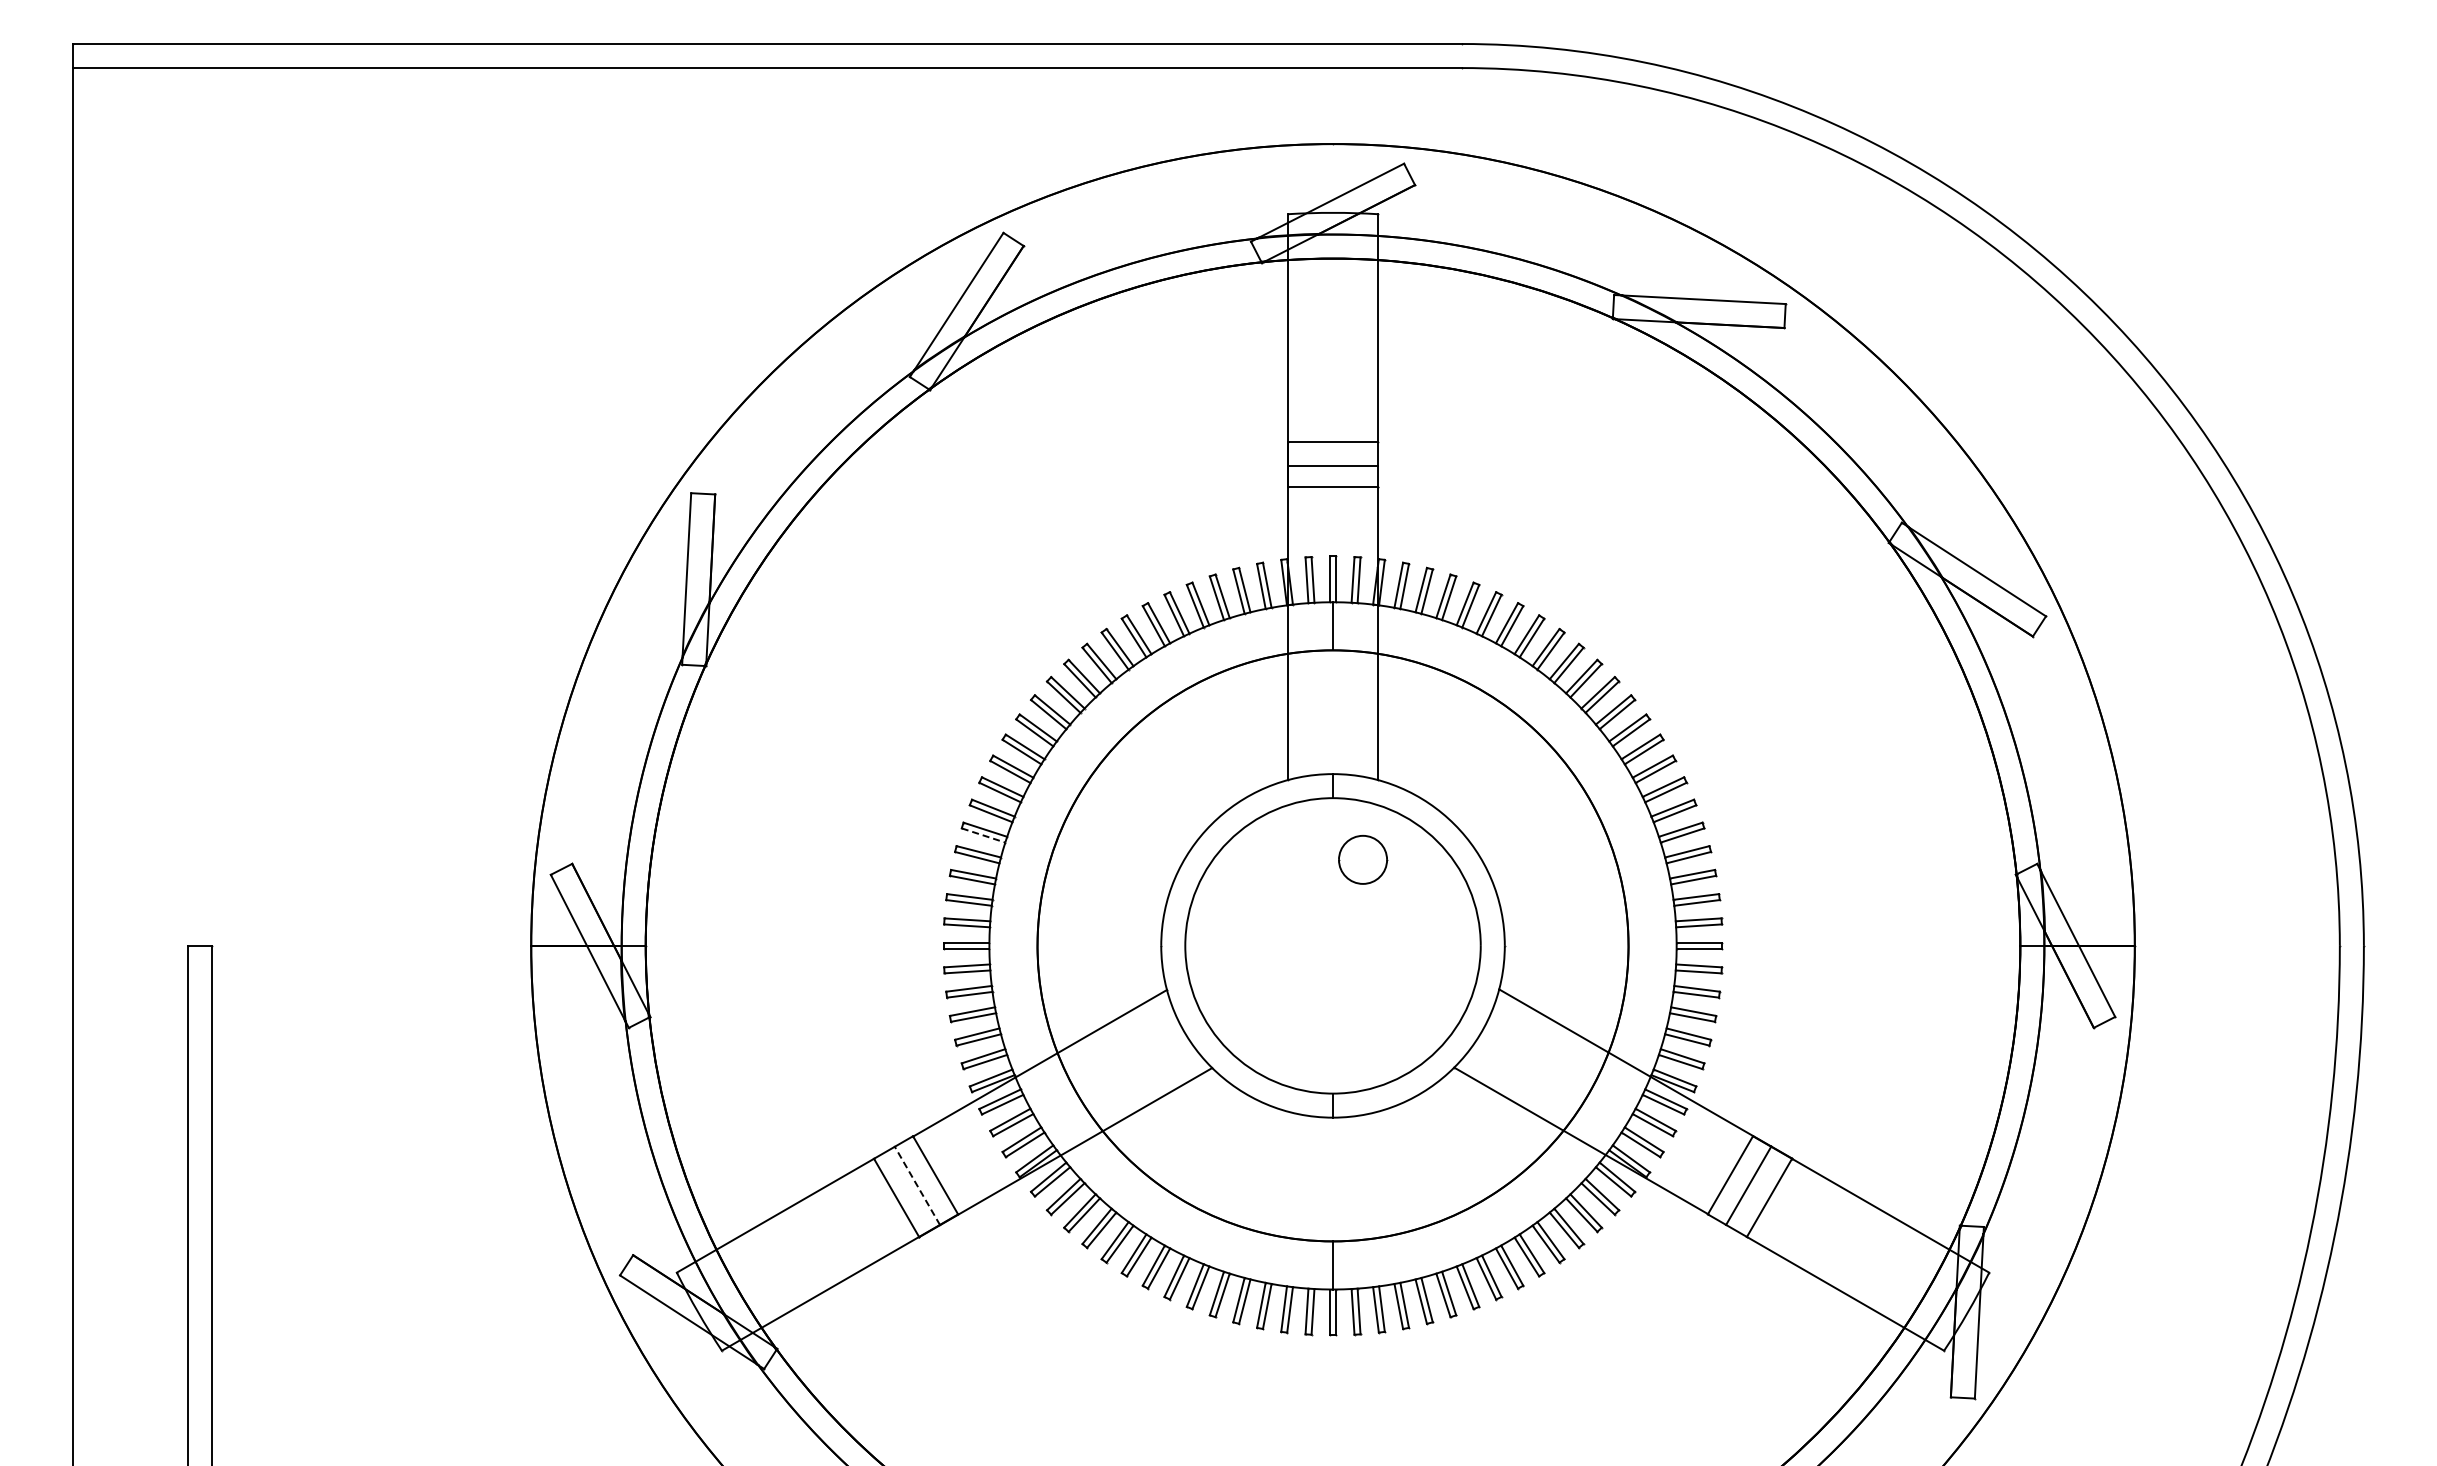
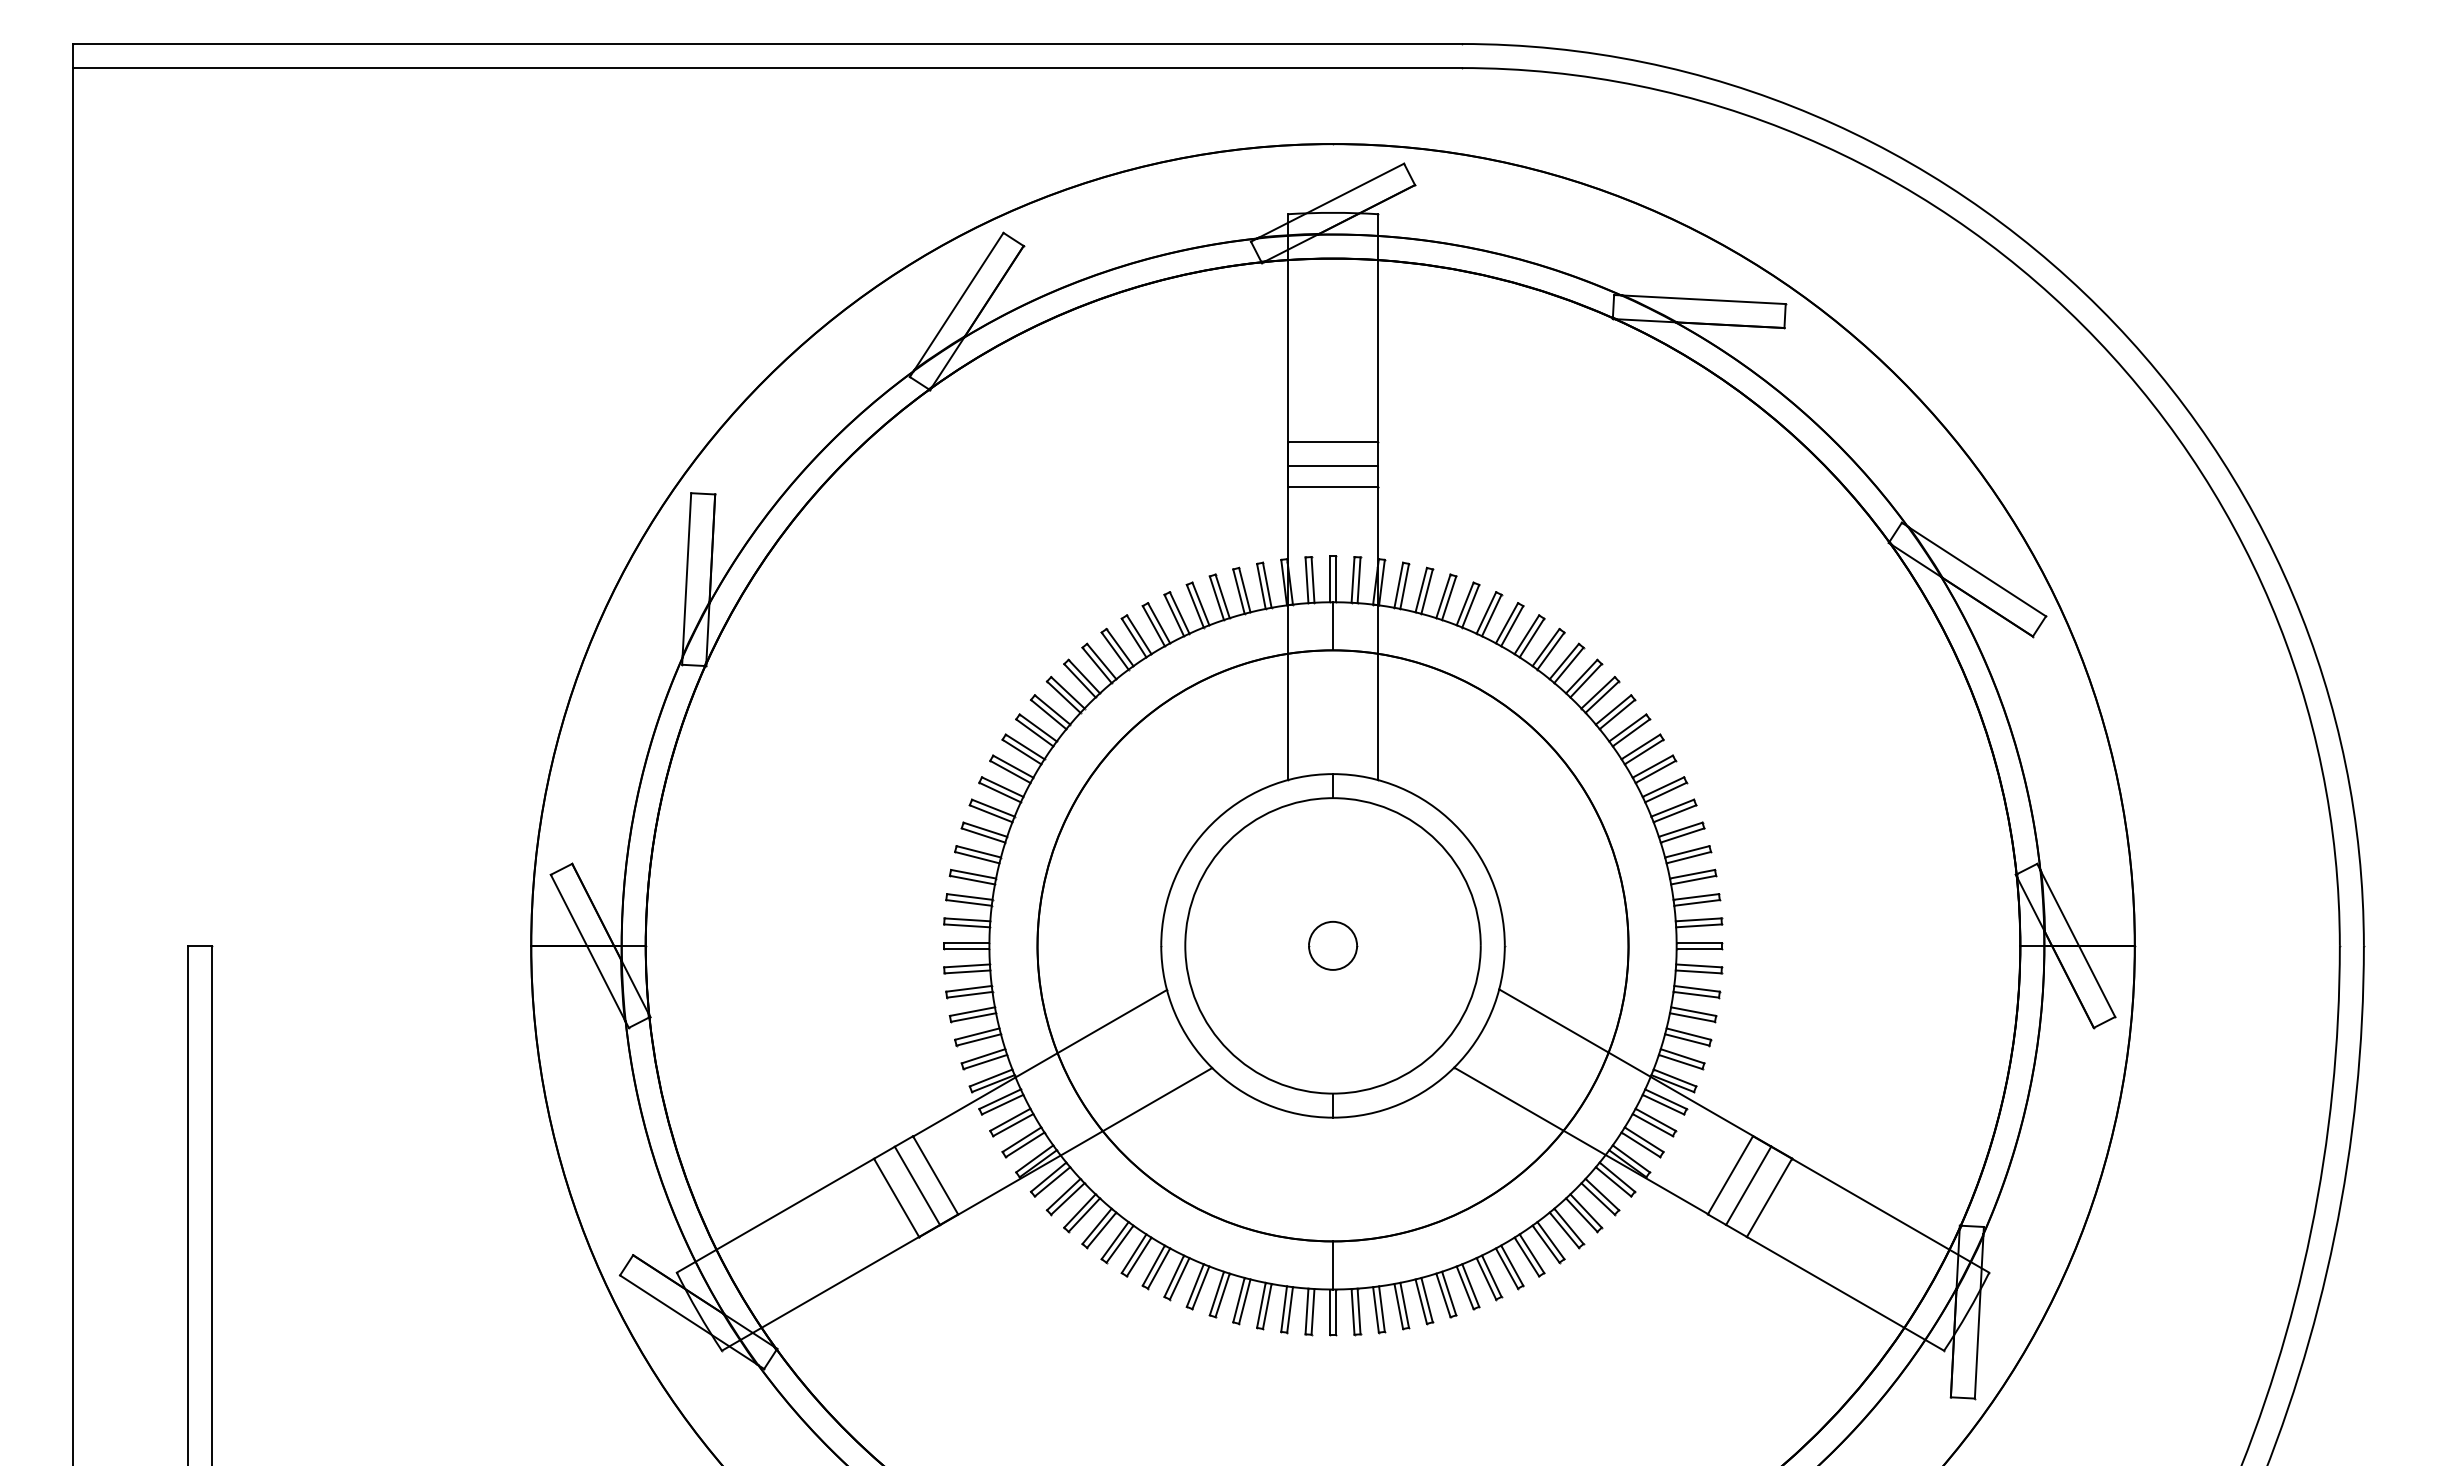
line at (983, 835): dashed -> solid
part at (1363, 859) position: (1363, 859) -> (1333, 945)
line at (917, 1185): dashed -> solid
